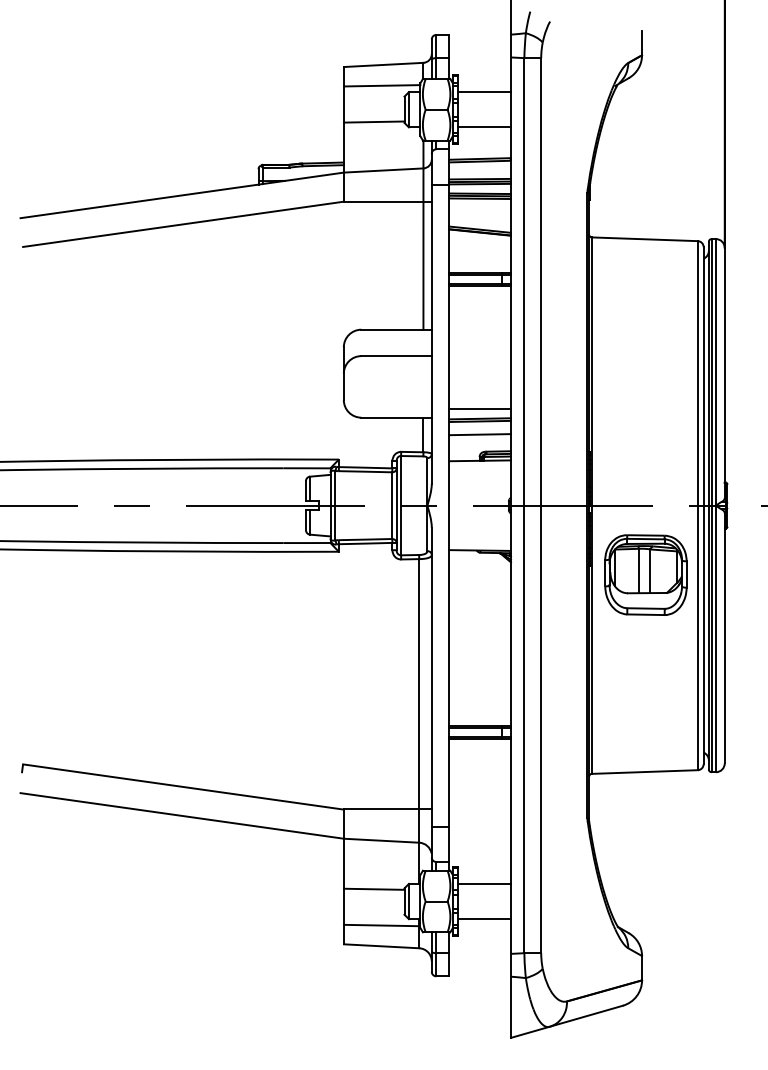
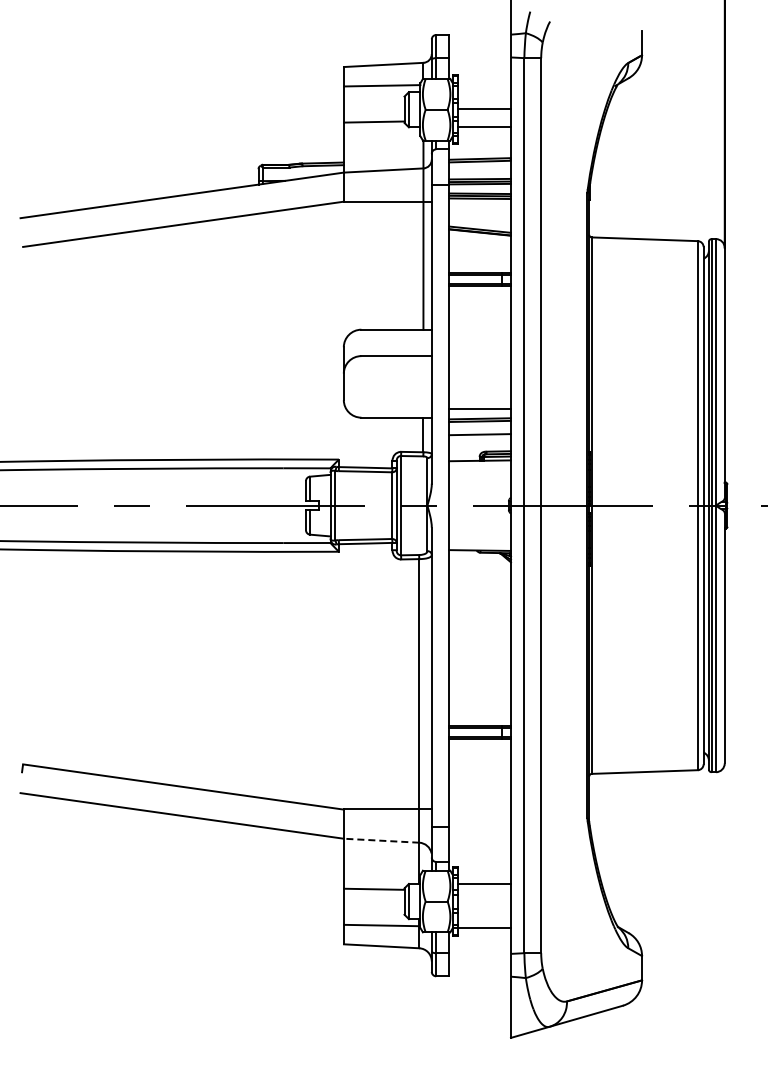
line at (484, 92) position: (484, 92) -> (484, 109)
part at (645, 574): present -> none
line at (381, 840): solid -> dashed
line at (484, 919) position: (484, 919) -> (484, 928)
